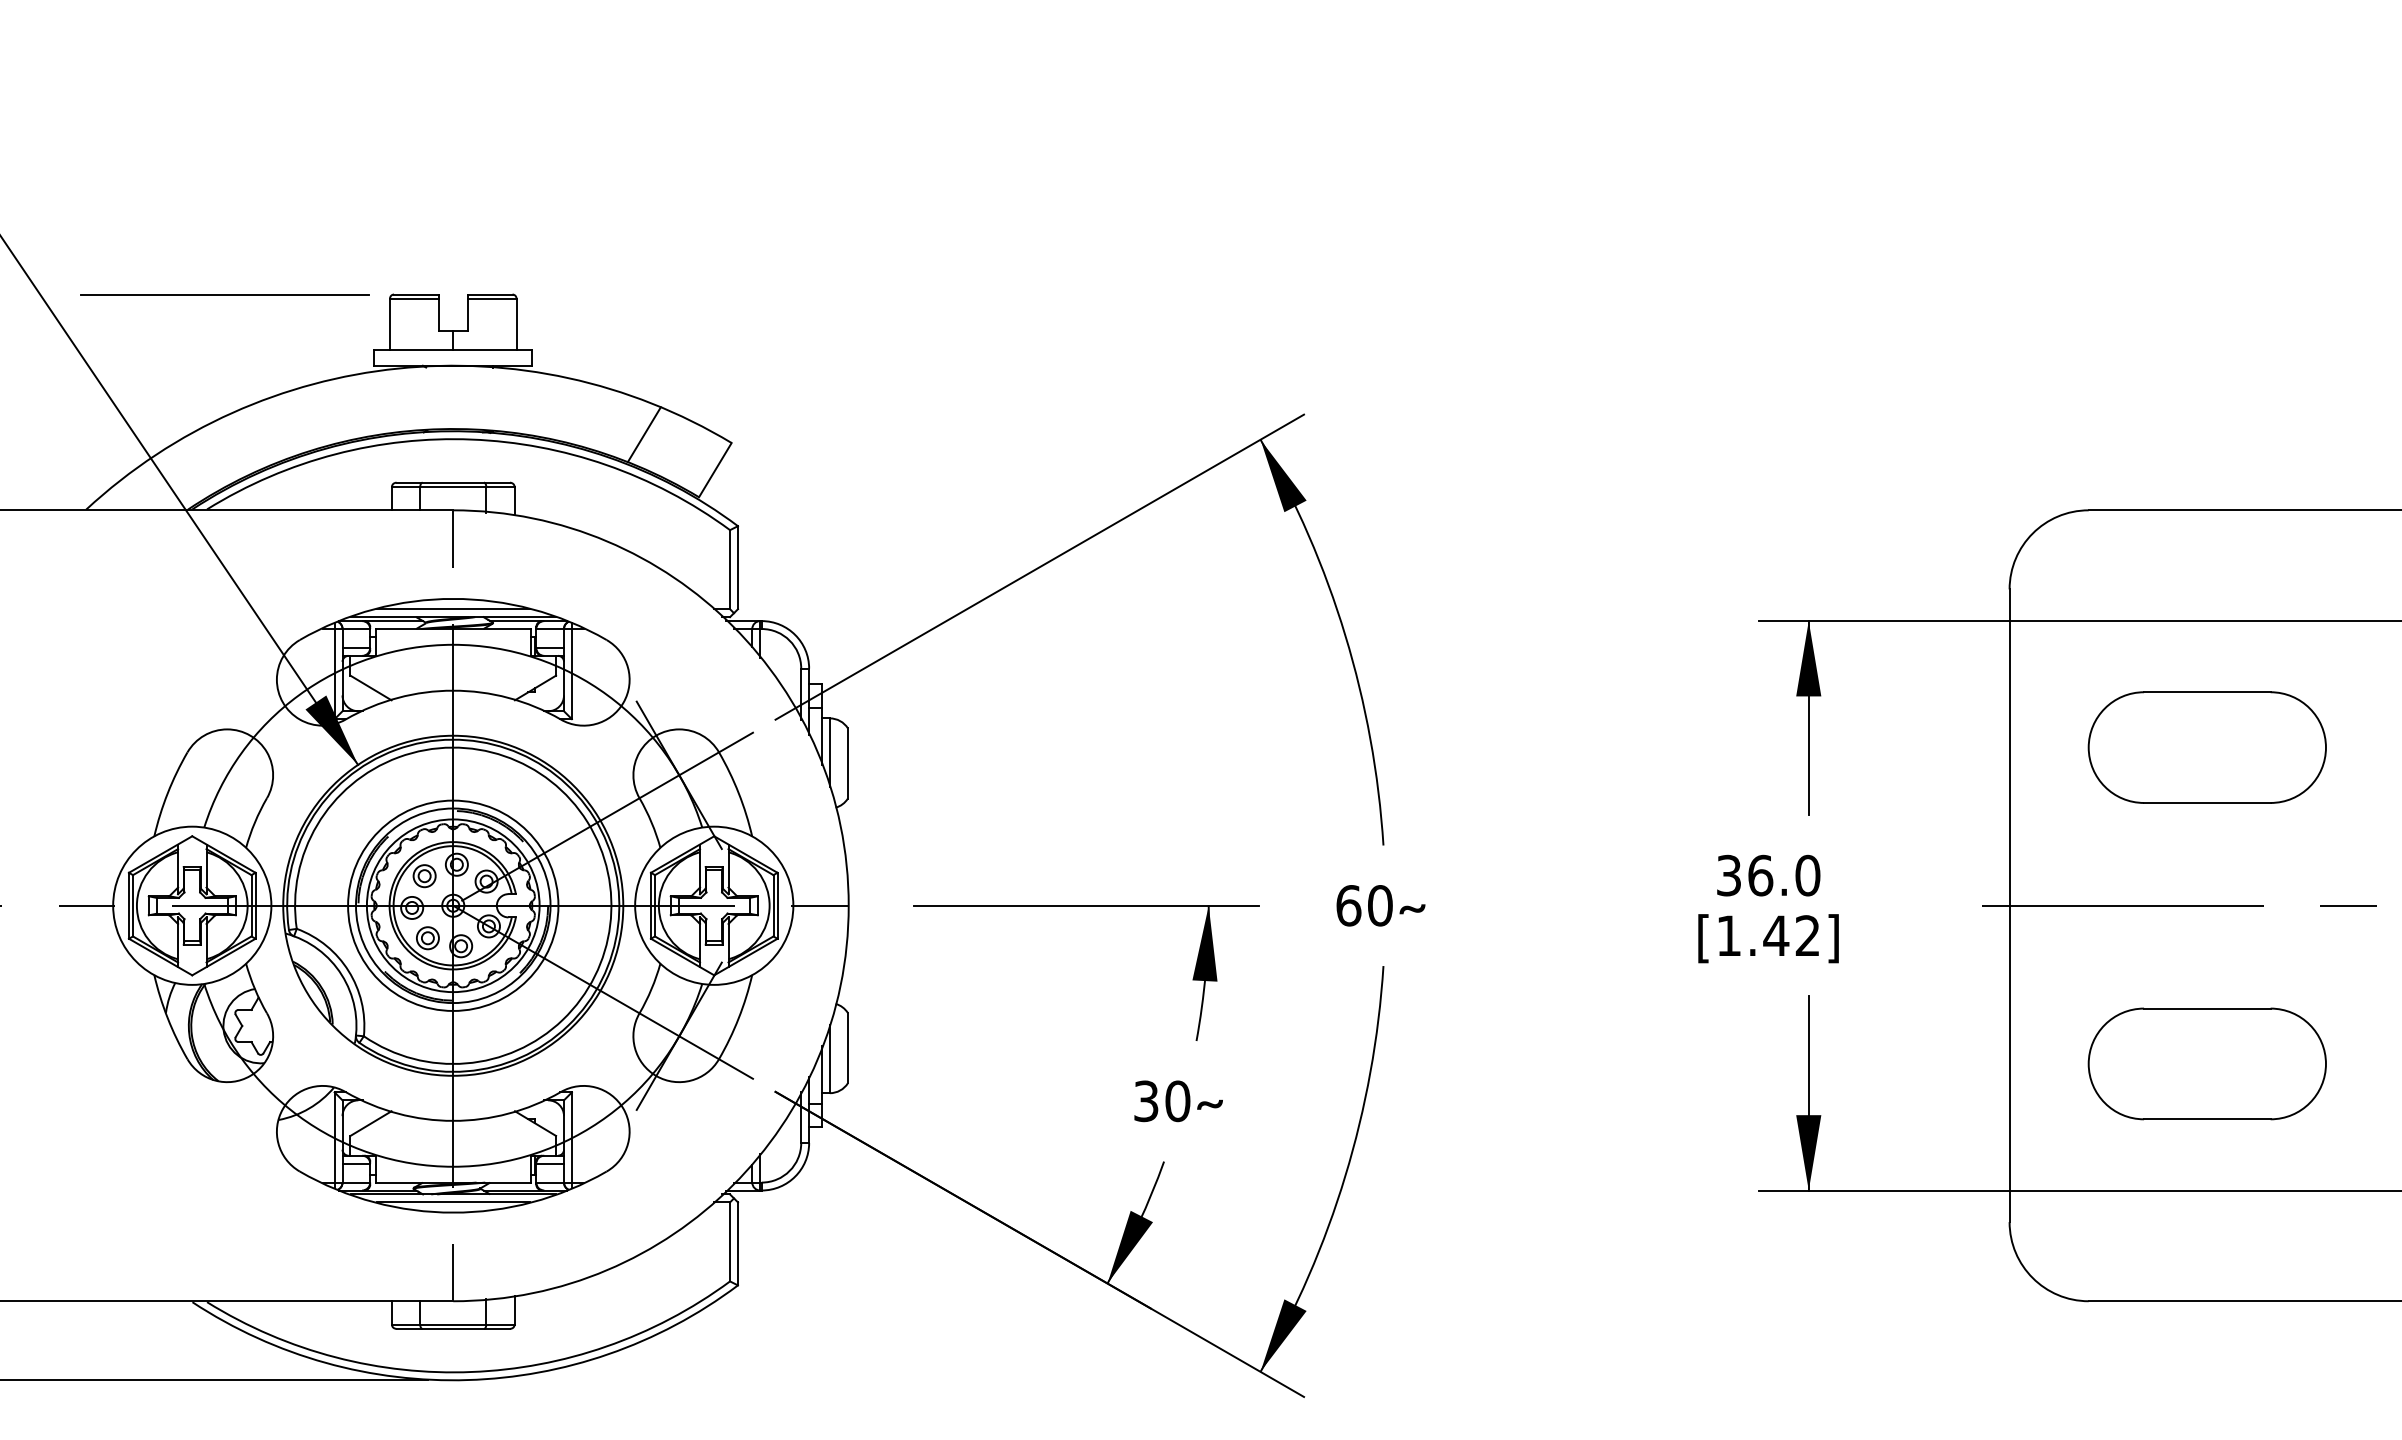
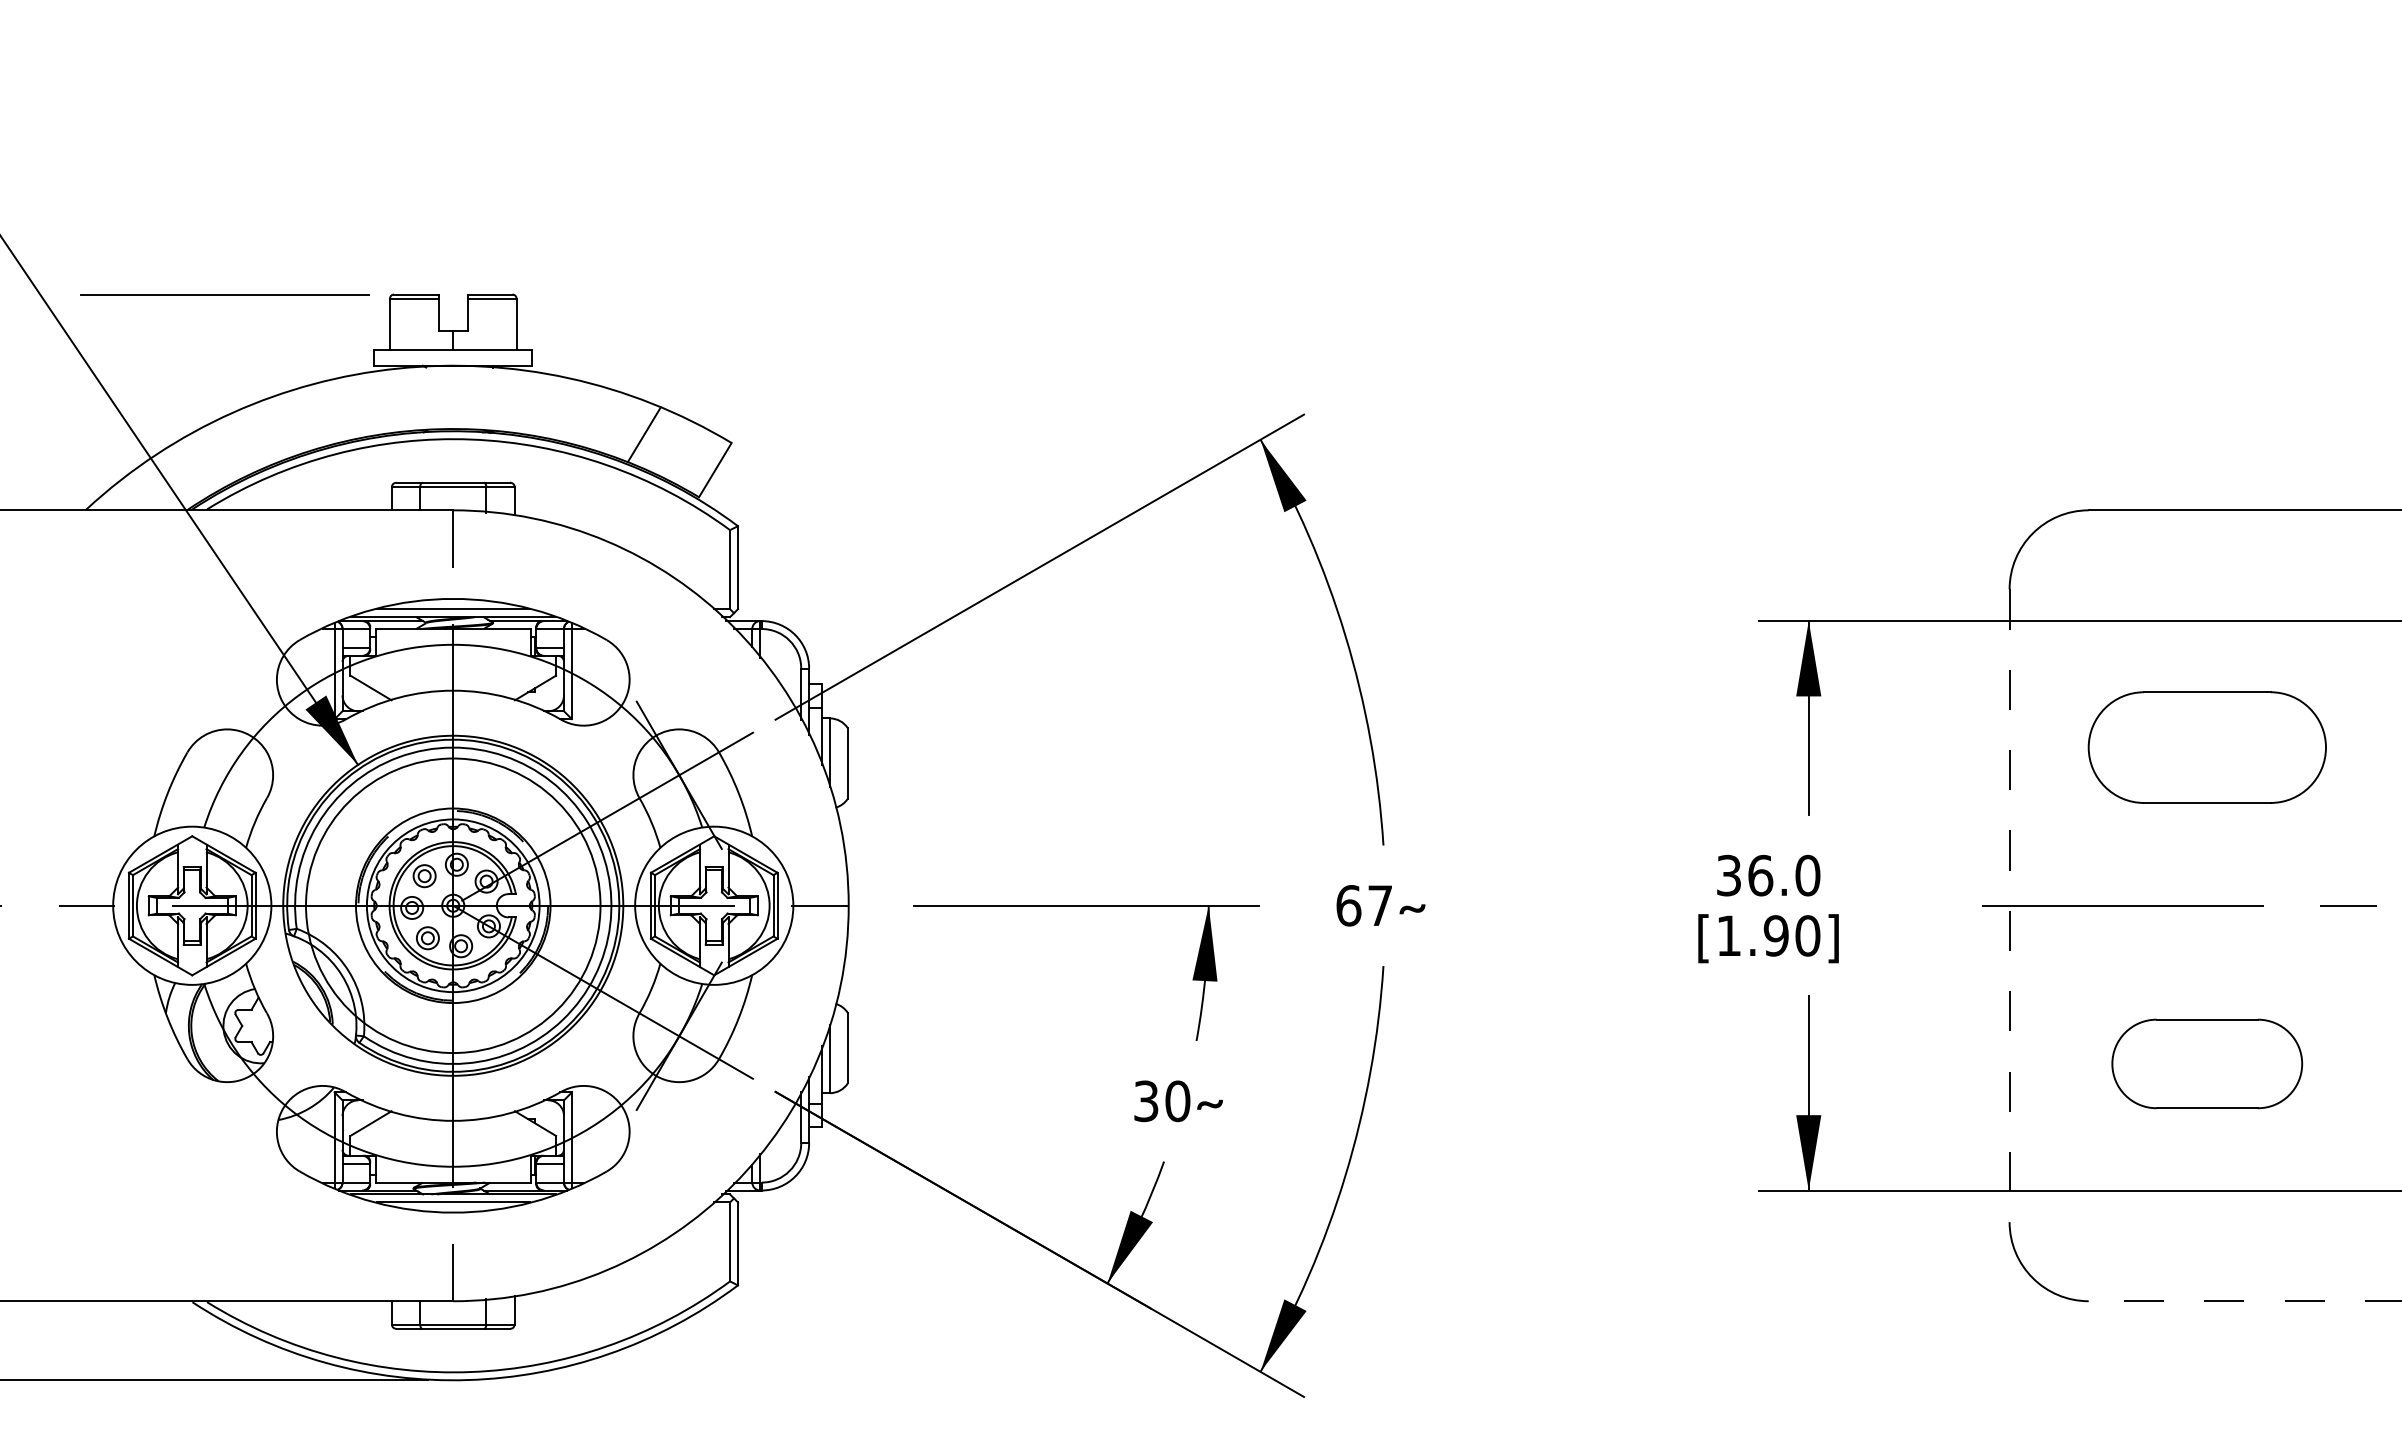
circle at (453, 905) diameter: 210 px -> 295 px
text at (1380, 905): 60 -> 67
line at (2009, 906): solid -> dashed
text at (1791, 935): [1.42] -> [1.90]
part at (2206, 1063) size: 240x114 px -> 193x92 px
line at (2244, 1301): solid -> dashed
